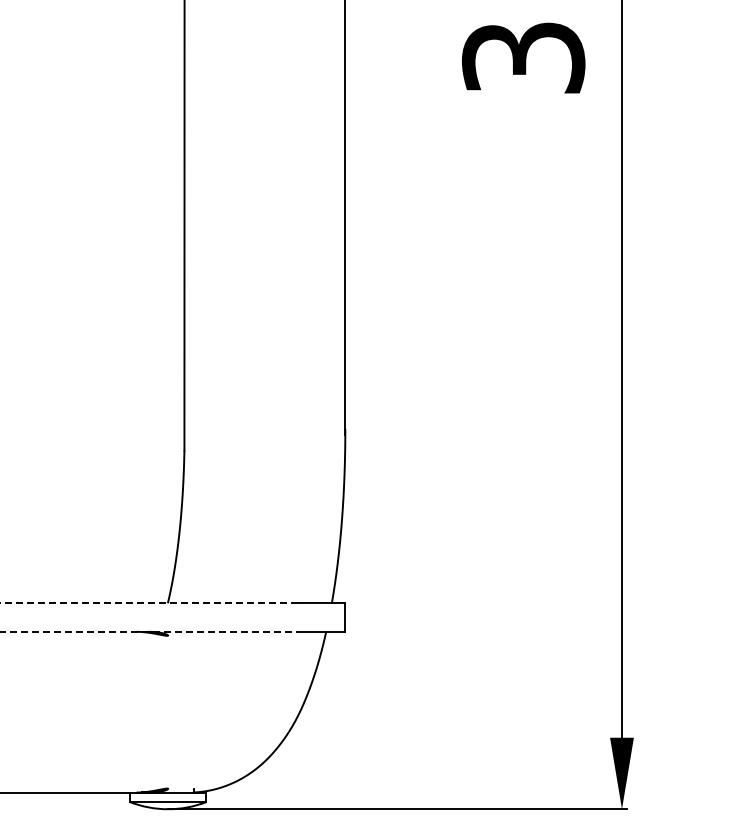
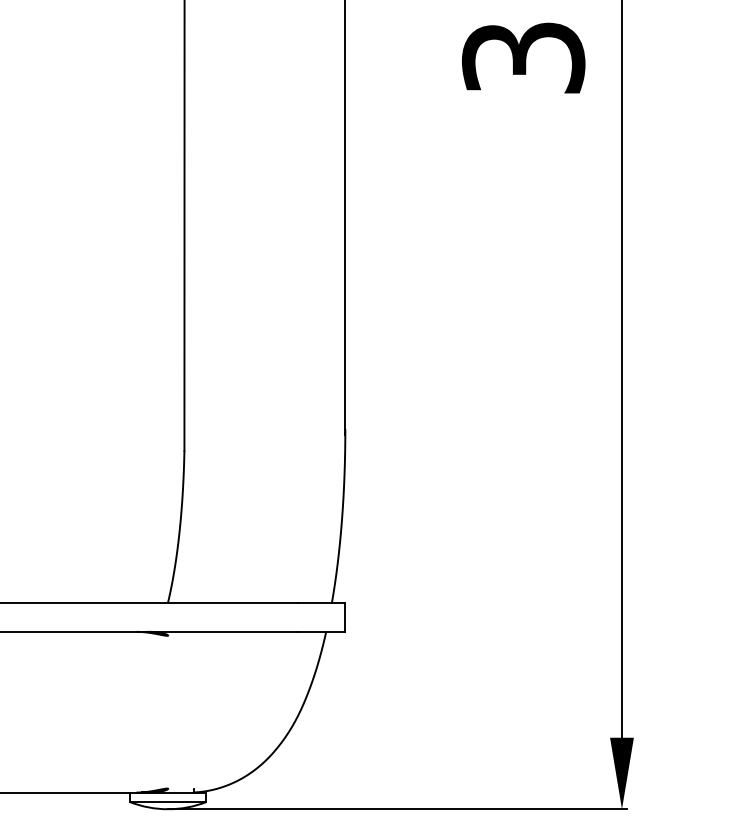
line at (148, 603): dashed -> solid
line at (148, 631): dashed -> solid
